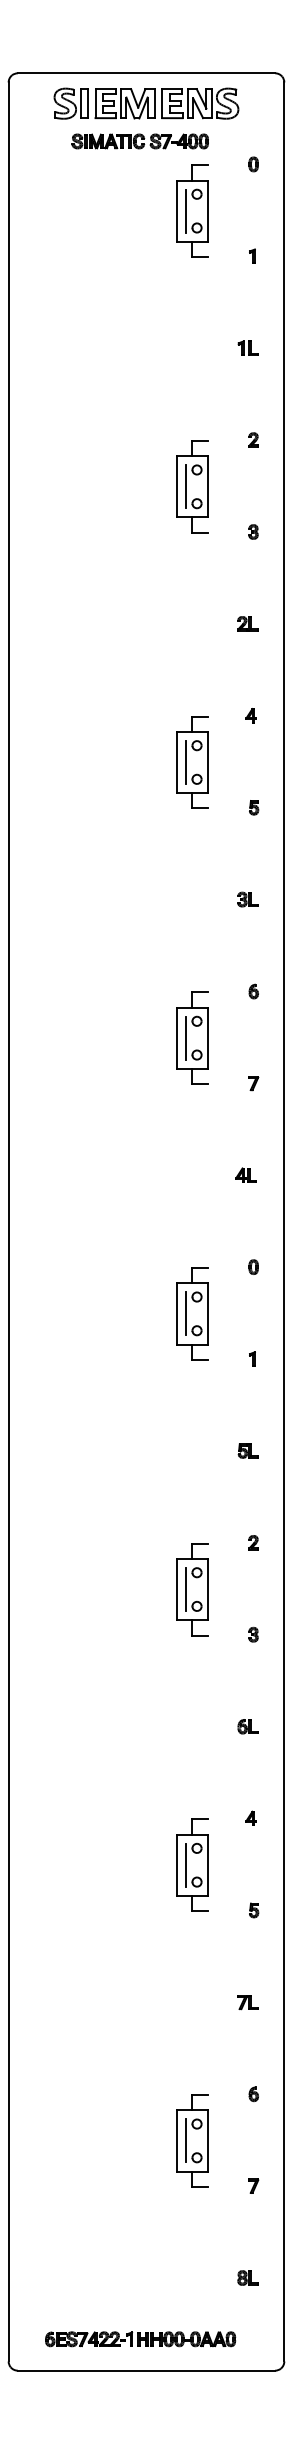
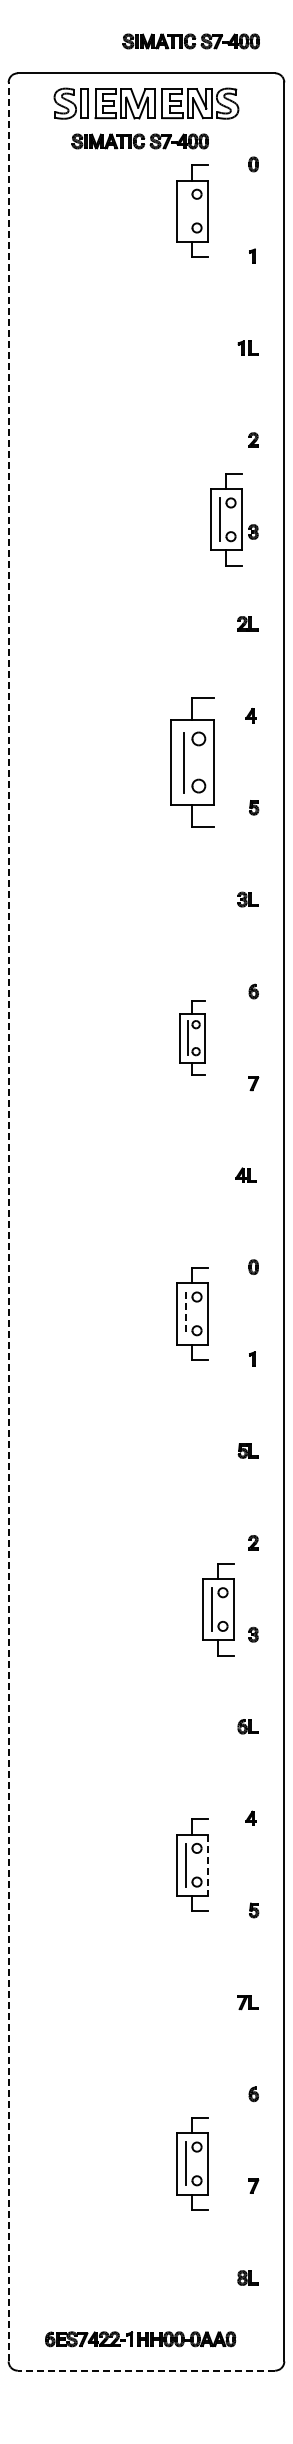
part at (190, 41): none -> present
line at (186, 210): present -> none
part at (192, 486) position: (192, 486) -> (226, 519)
part at (192, 762) size: 33x93 px -> 45x131 px
part at (192, 1037) size: 33x94 px -> 27x76 px
line at (8, 1221): solid -> dashed
line at (186, 1314): solid -> dashed
part at (192, 1589) position: (192, 1589) -> (218, 1609)
line at (207, 1865): solid -> dashed
part at (192, 2140) position: (192, 2140) -> (192, 2163)
line at (146, 2370): solid -> dashed
